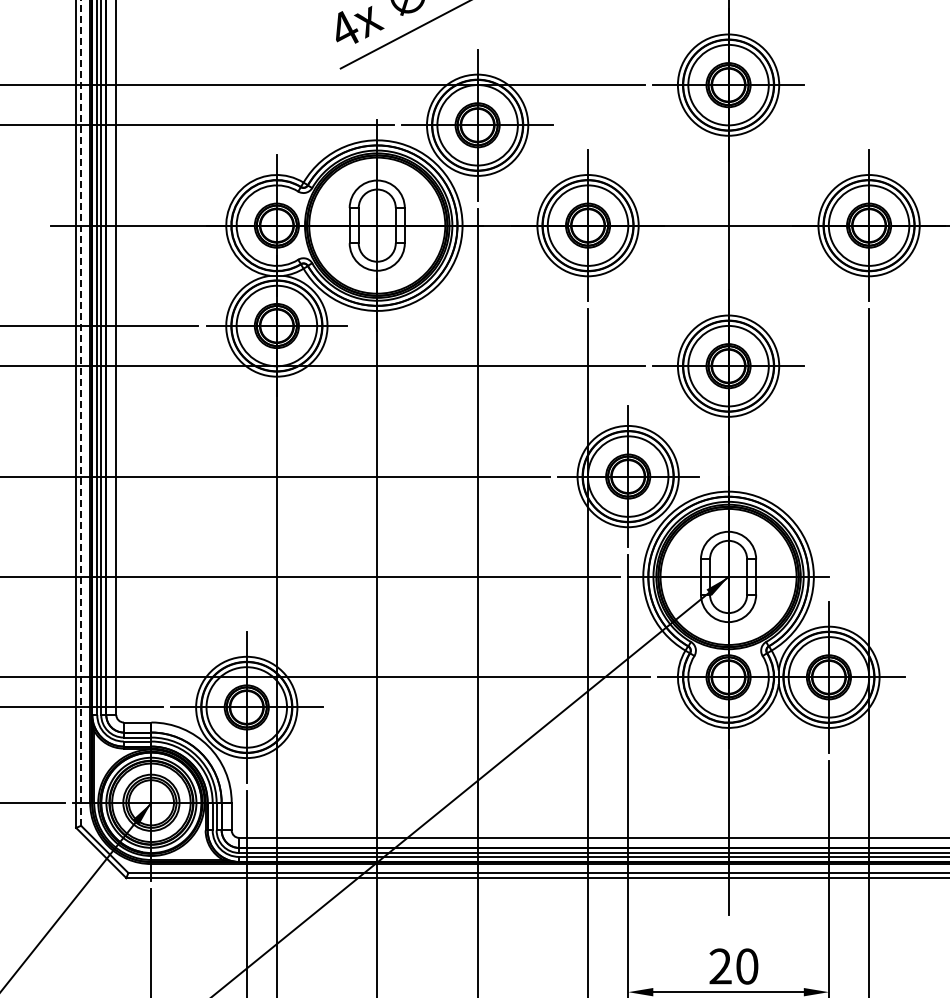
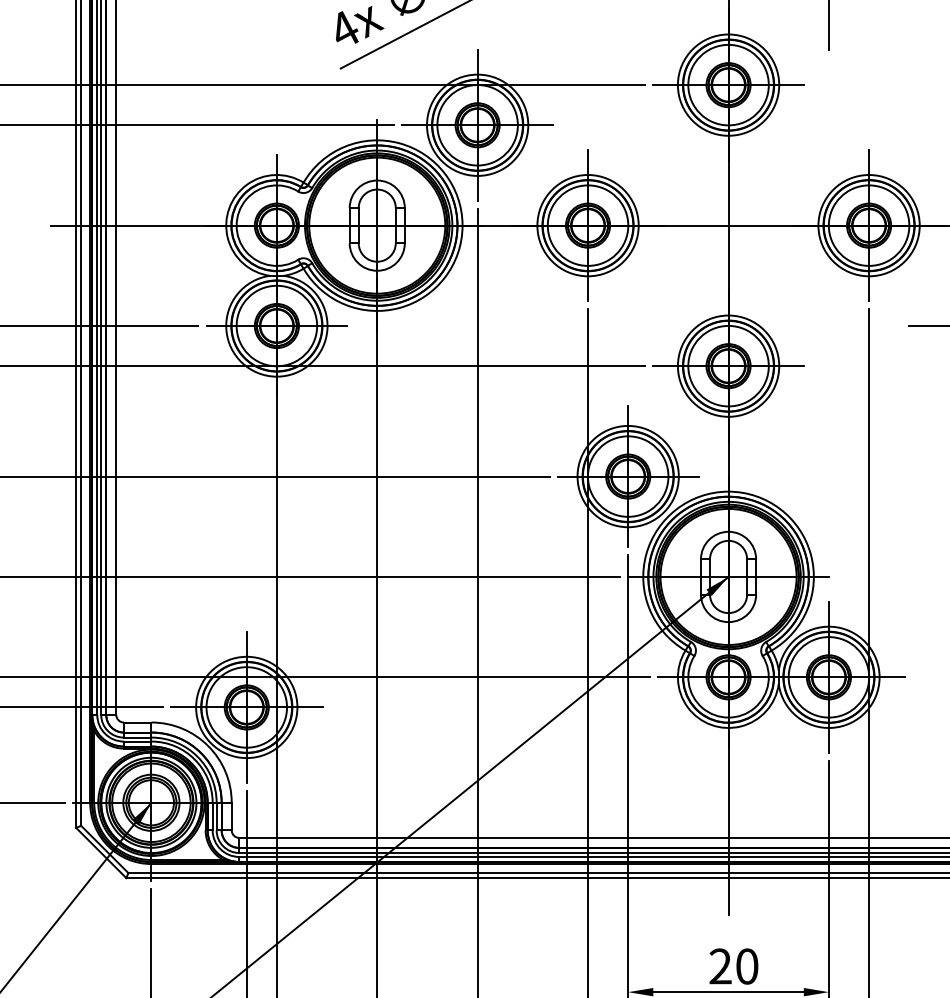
line at (828, 26): none -> present
line at (927, 326): none -> present
line at (81, 413): dashed -> solid
